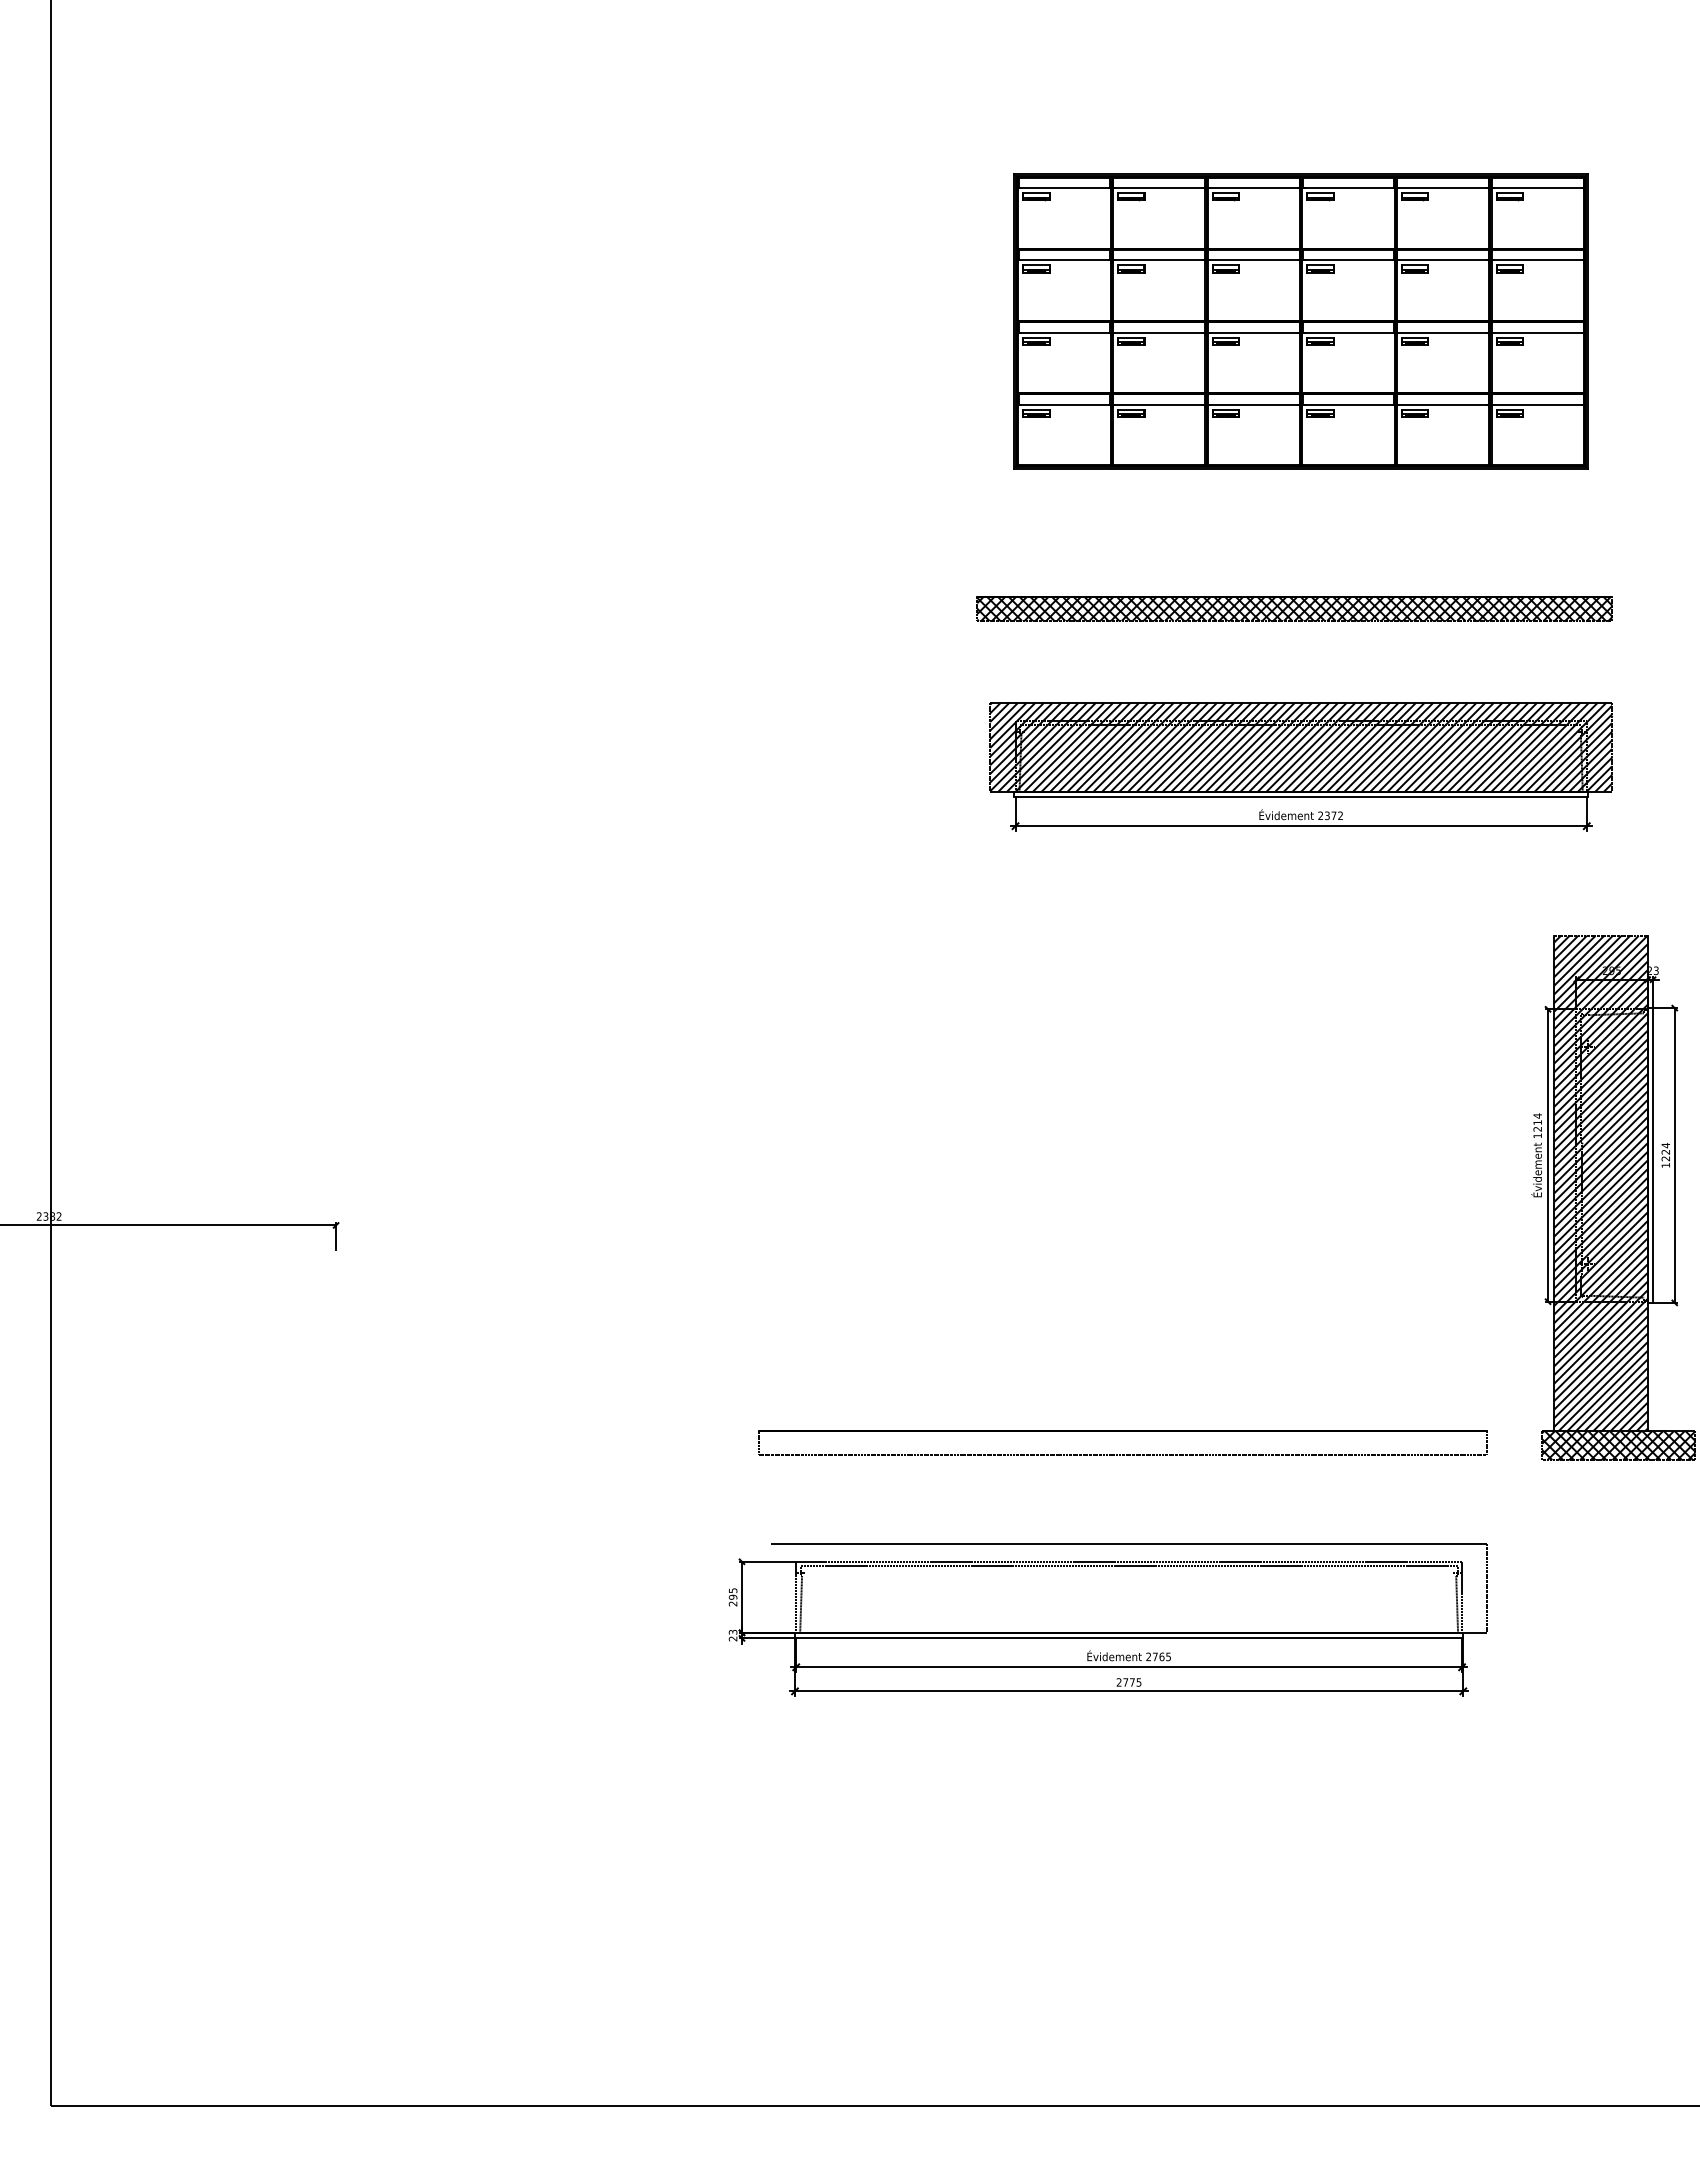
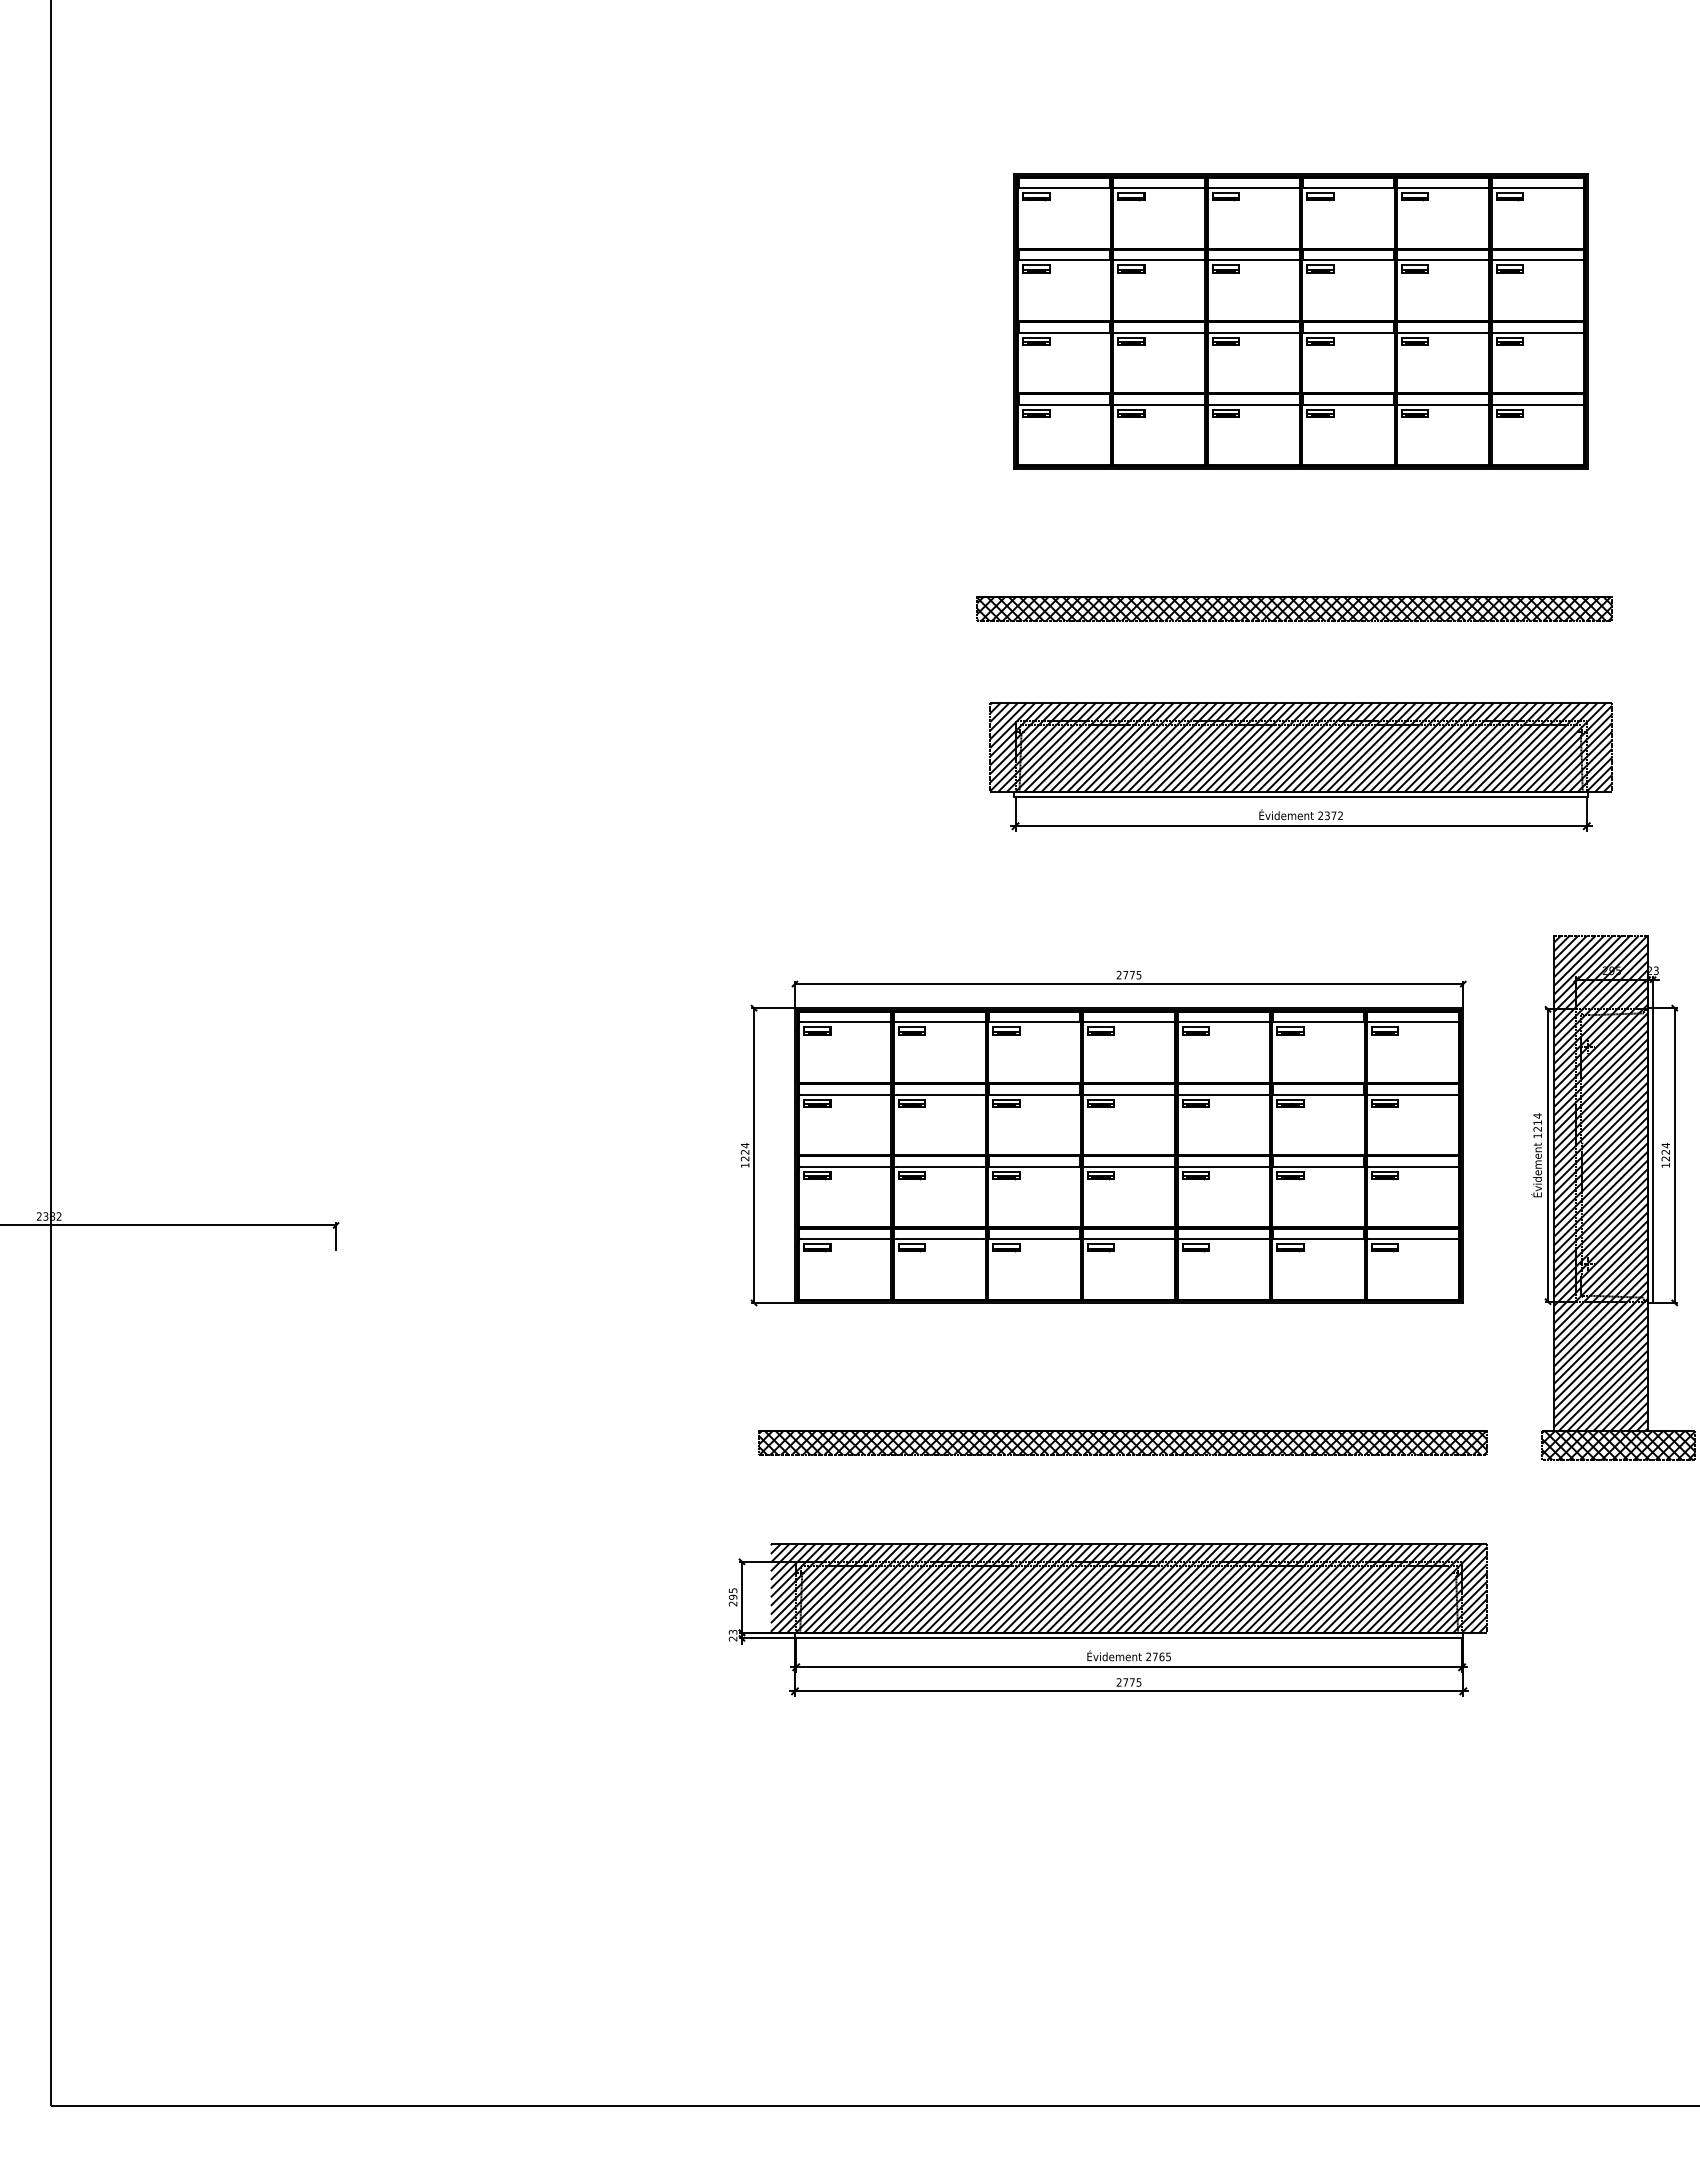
part at (1103, 1138): none -> present
hatch at (1123, 1443): none -> present
hatch at (1128, 1587): none -> present
